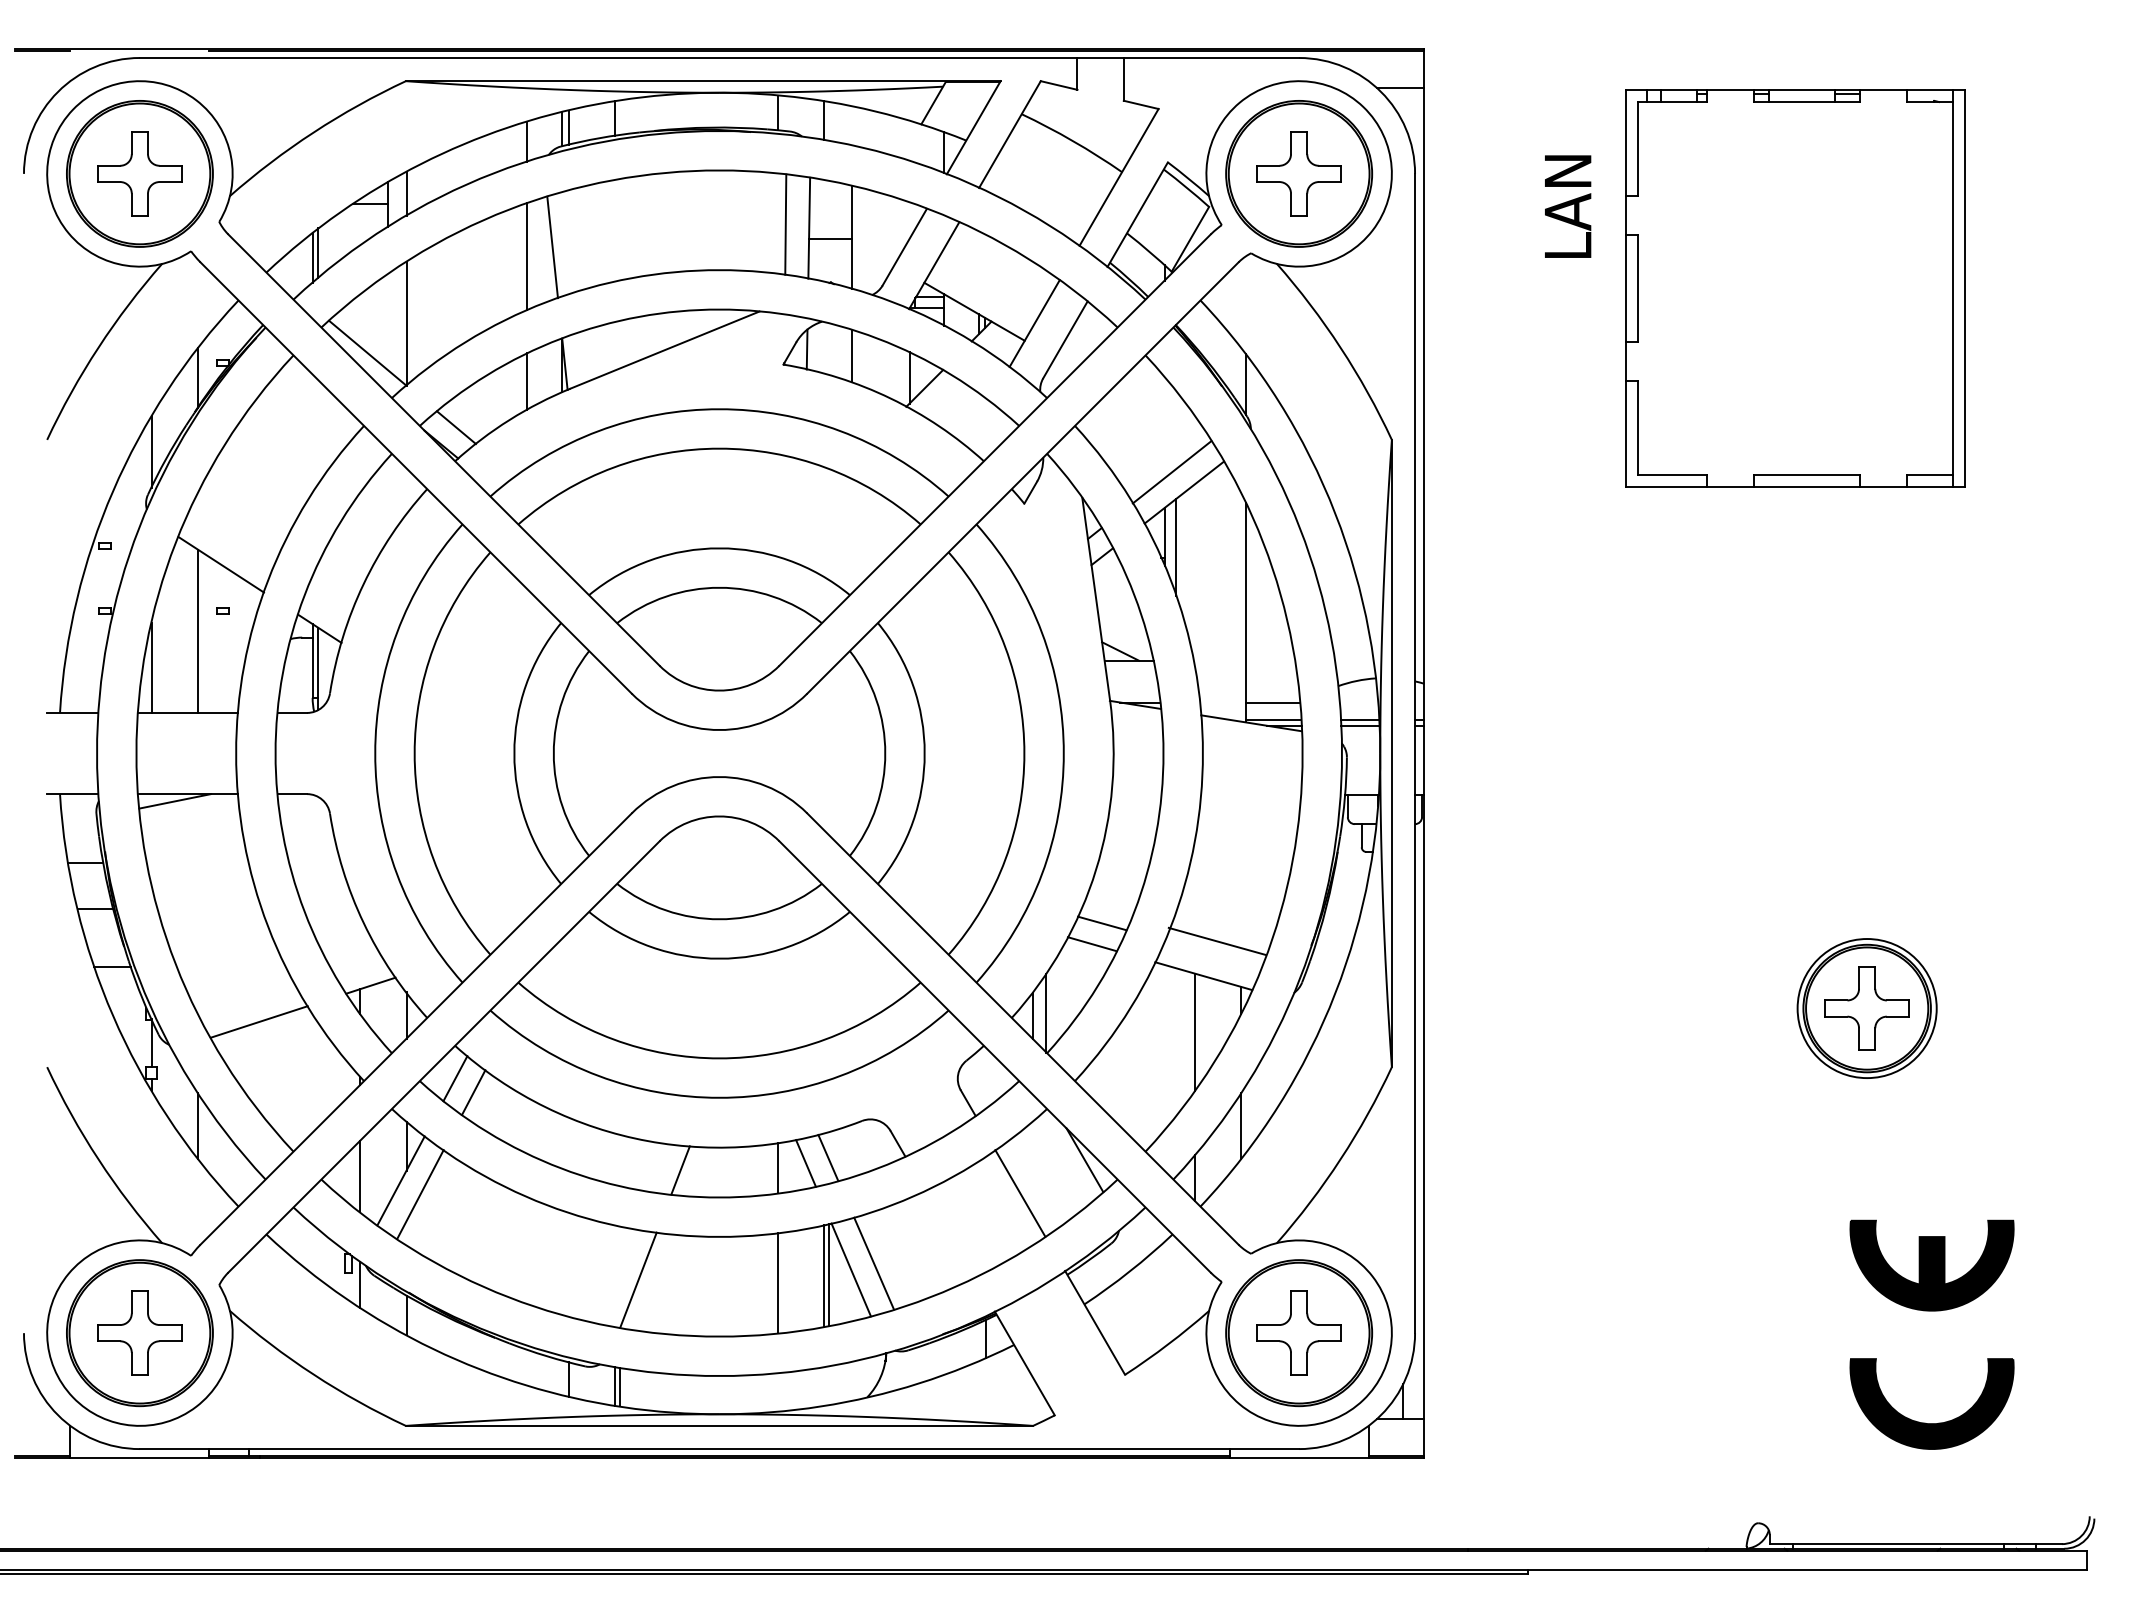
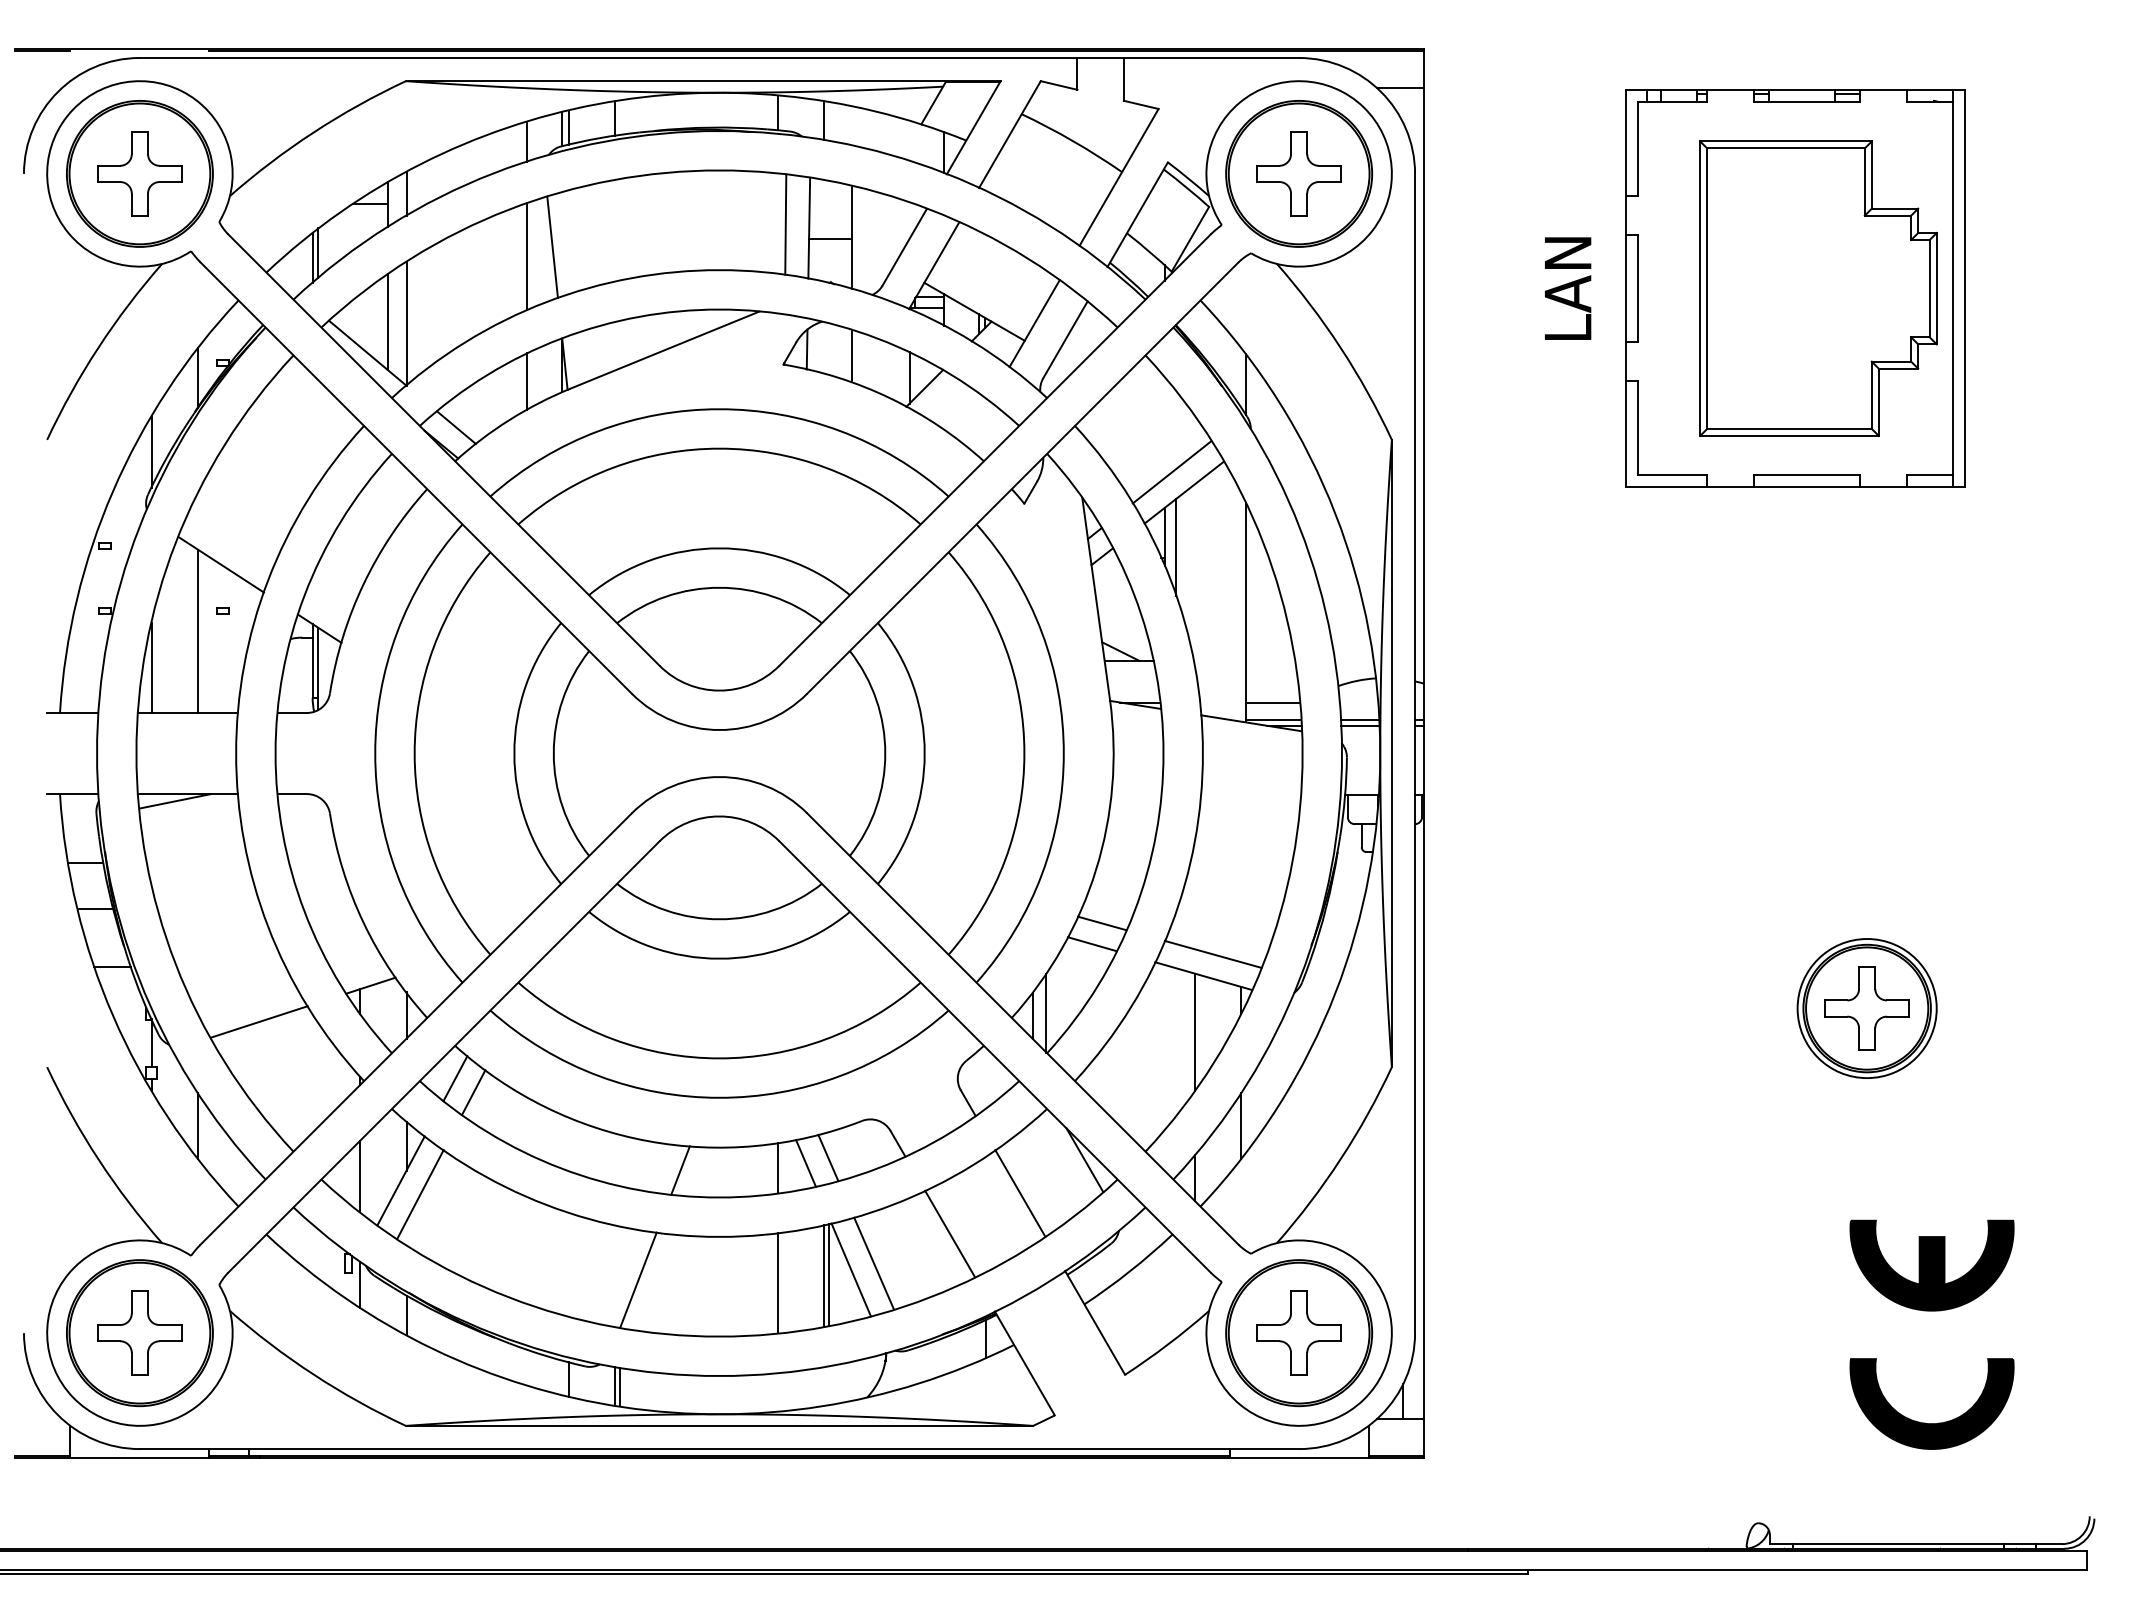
text at (1568, 206) position: (1568, 206) -> (1568, 288)
part at (1818, 288): none -> present
line at (387, 322): none -> present
line at (1216, 940) position: (1216, 940) -> (1212, 953)
line at (950, 1233): none -> present
